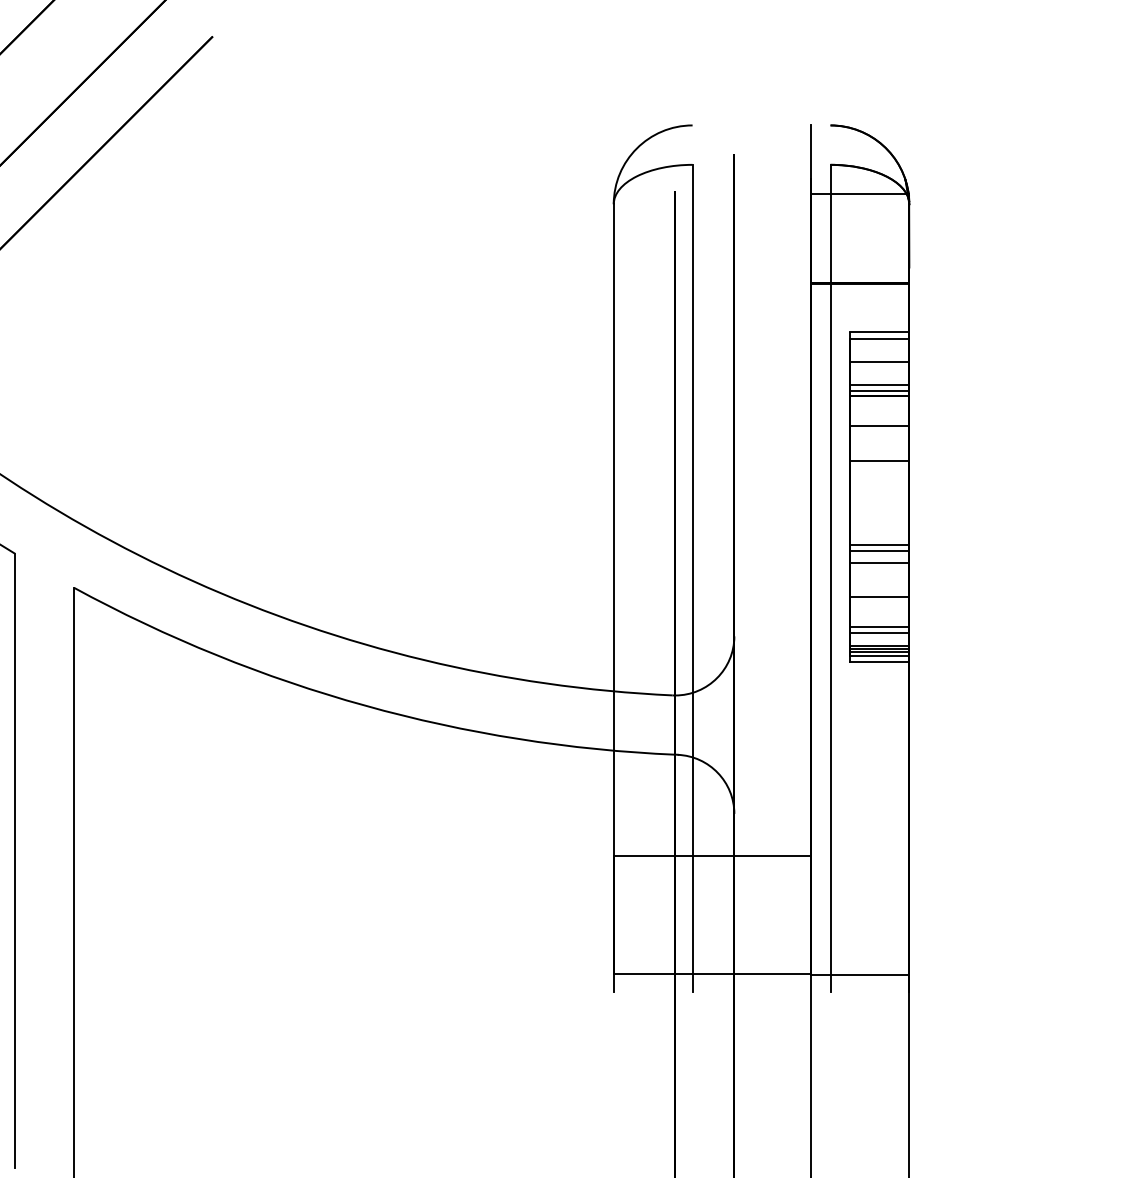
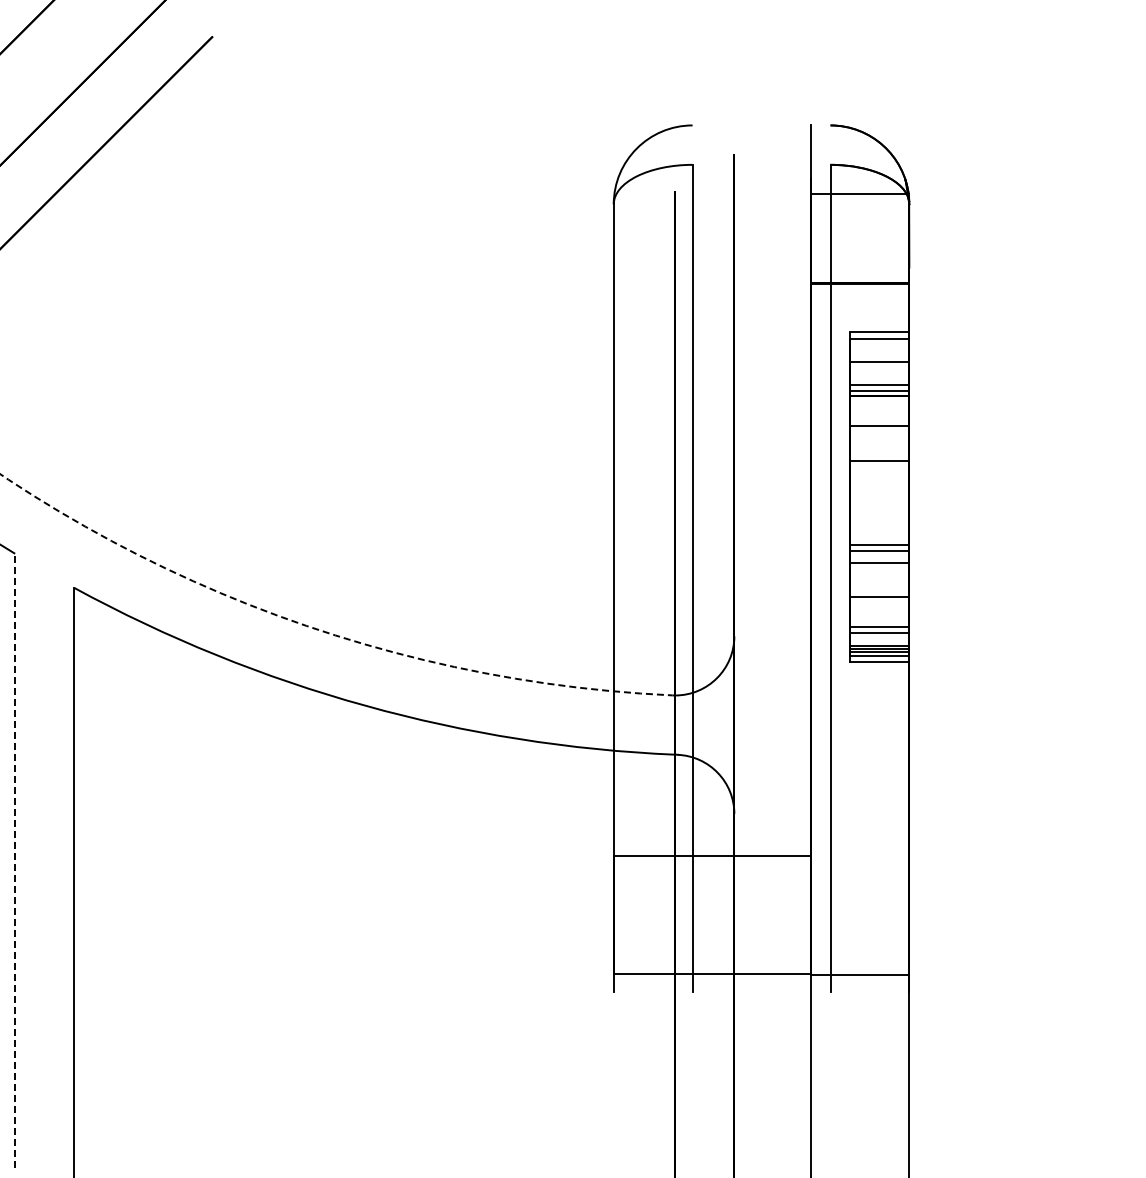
arc at (319, 630): solid -> dashed
line at (15, 860): solid -> dashed
